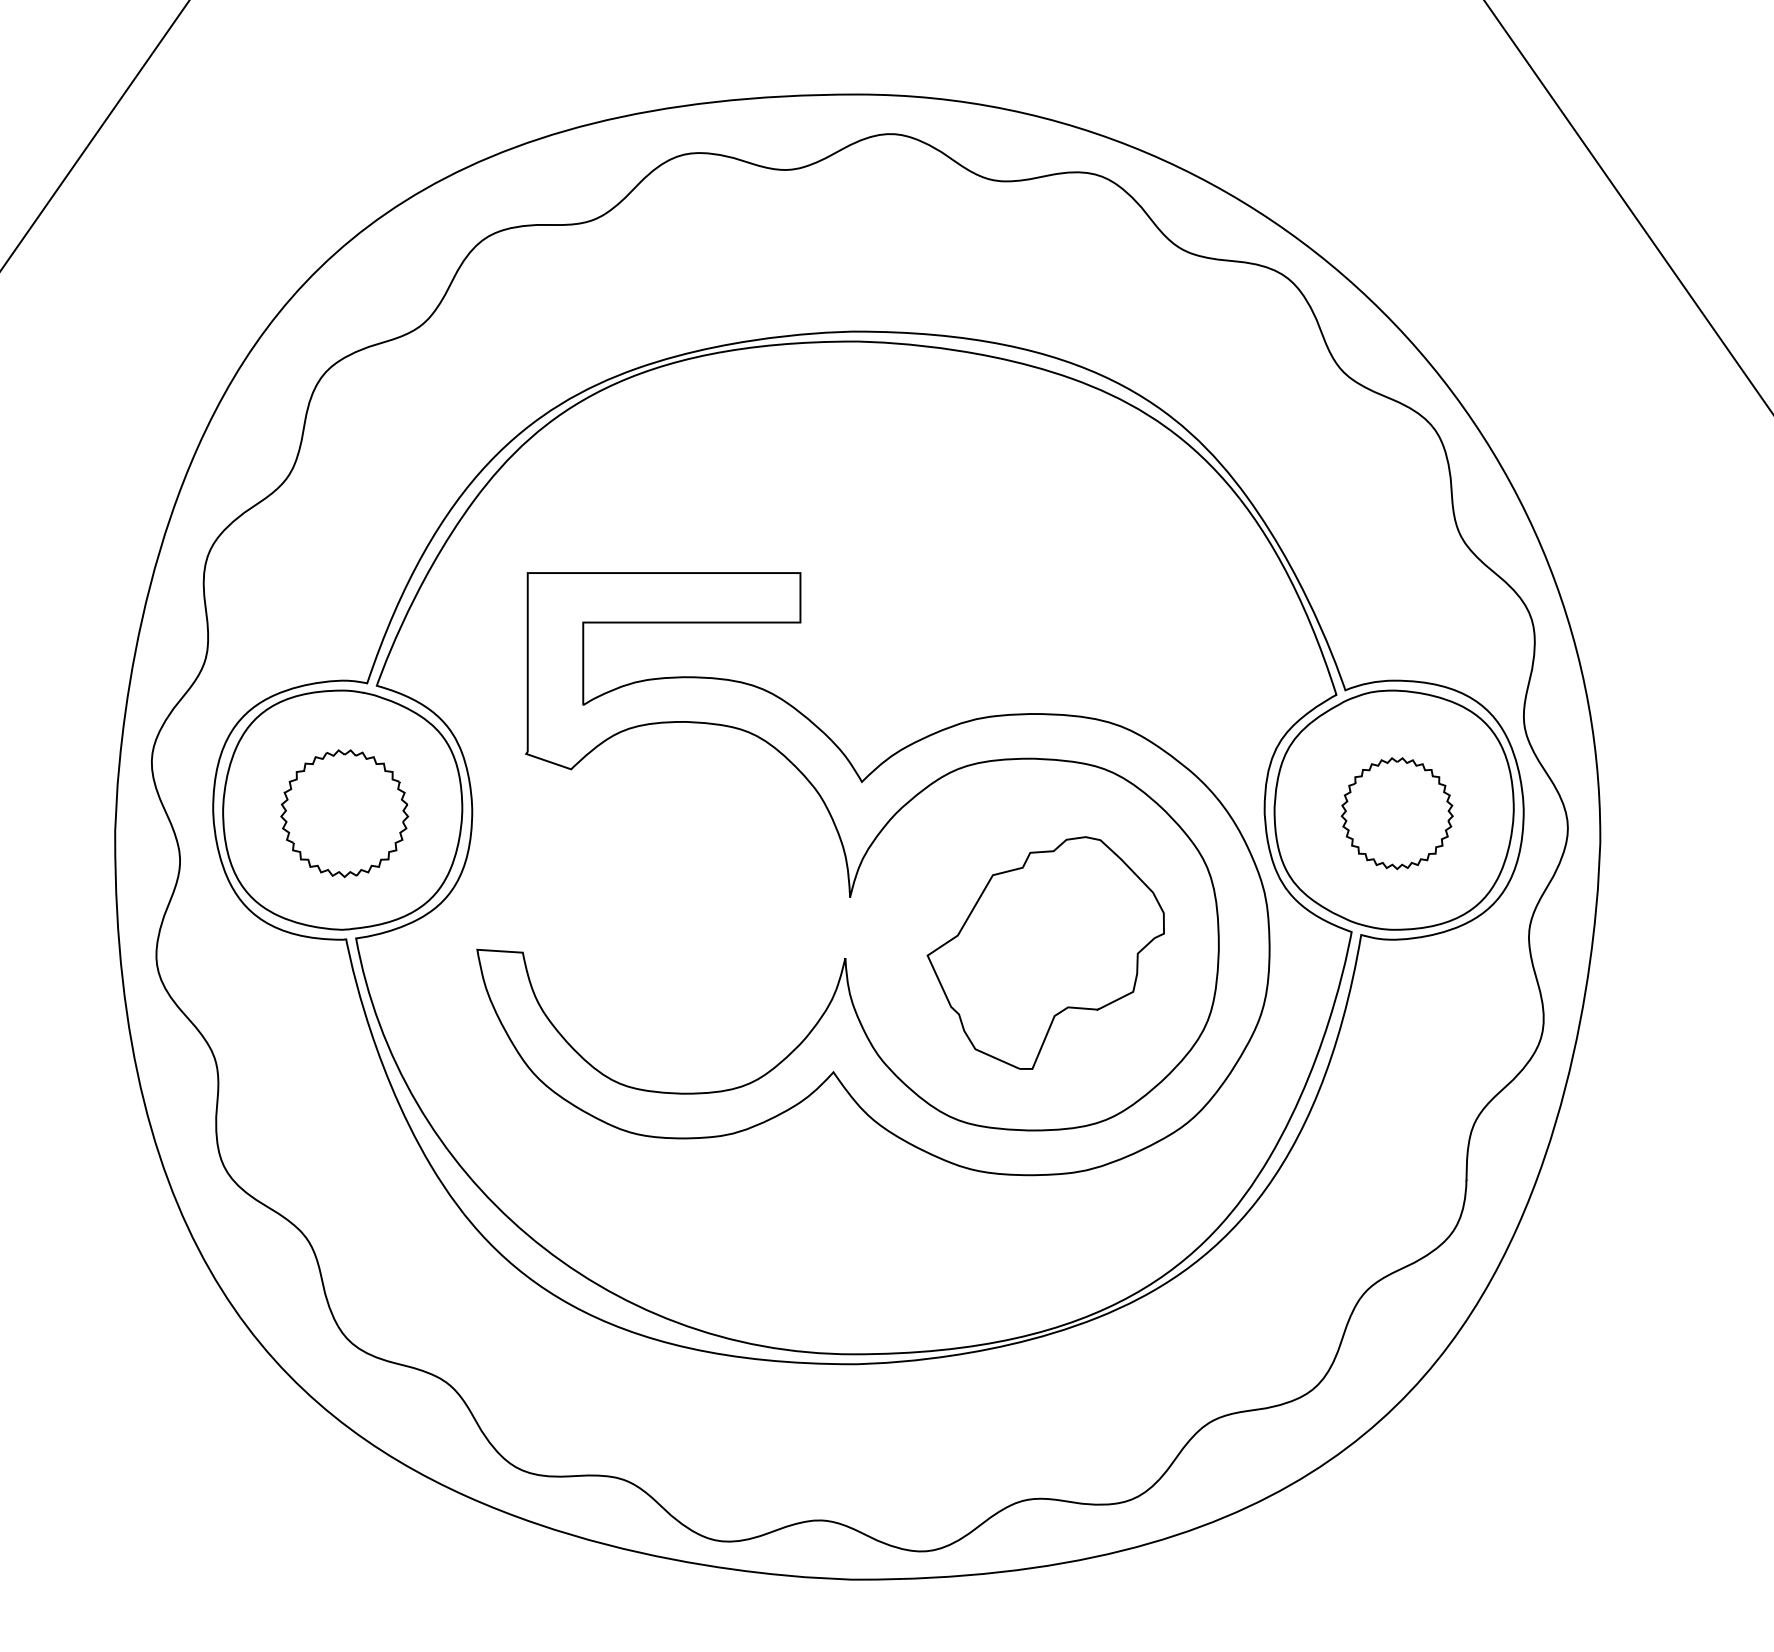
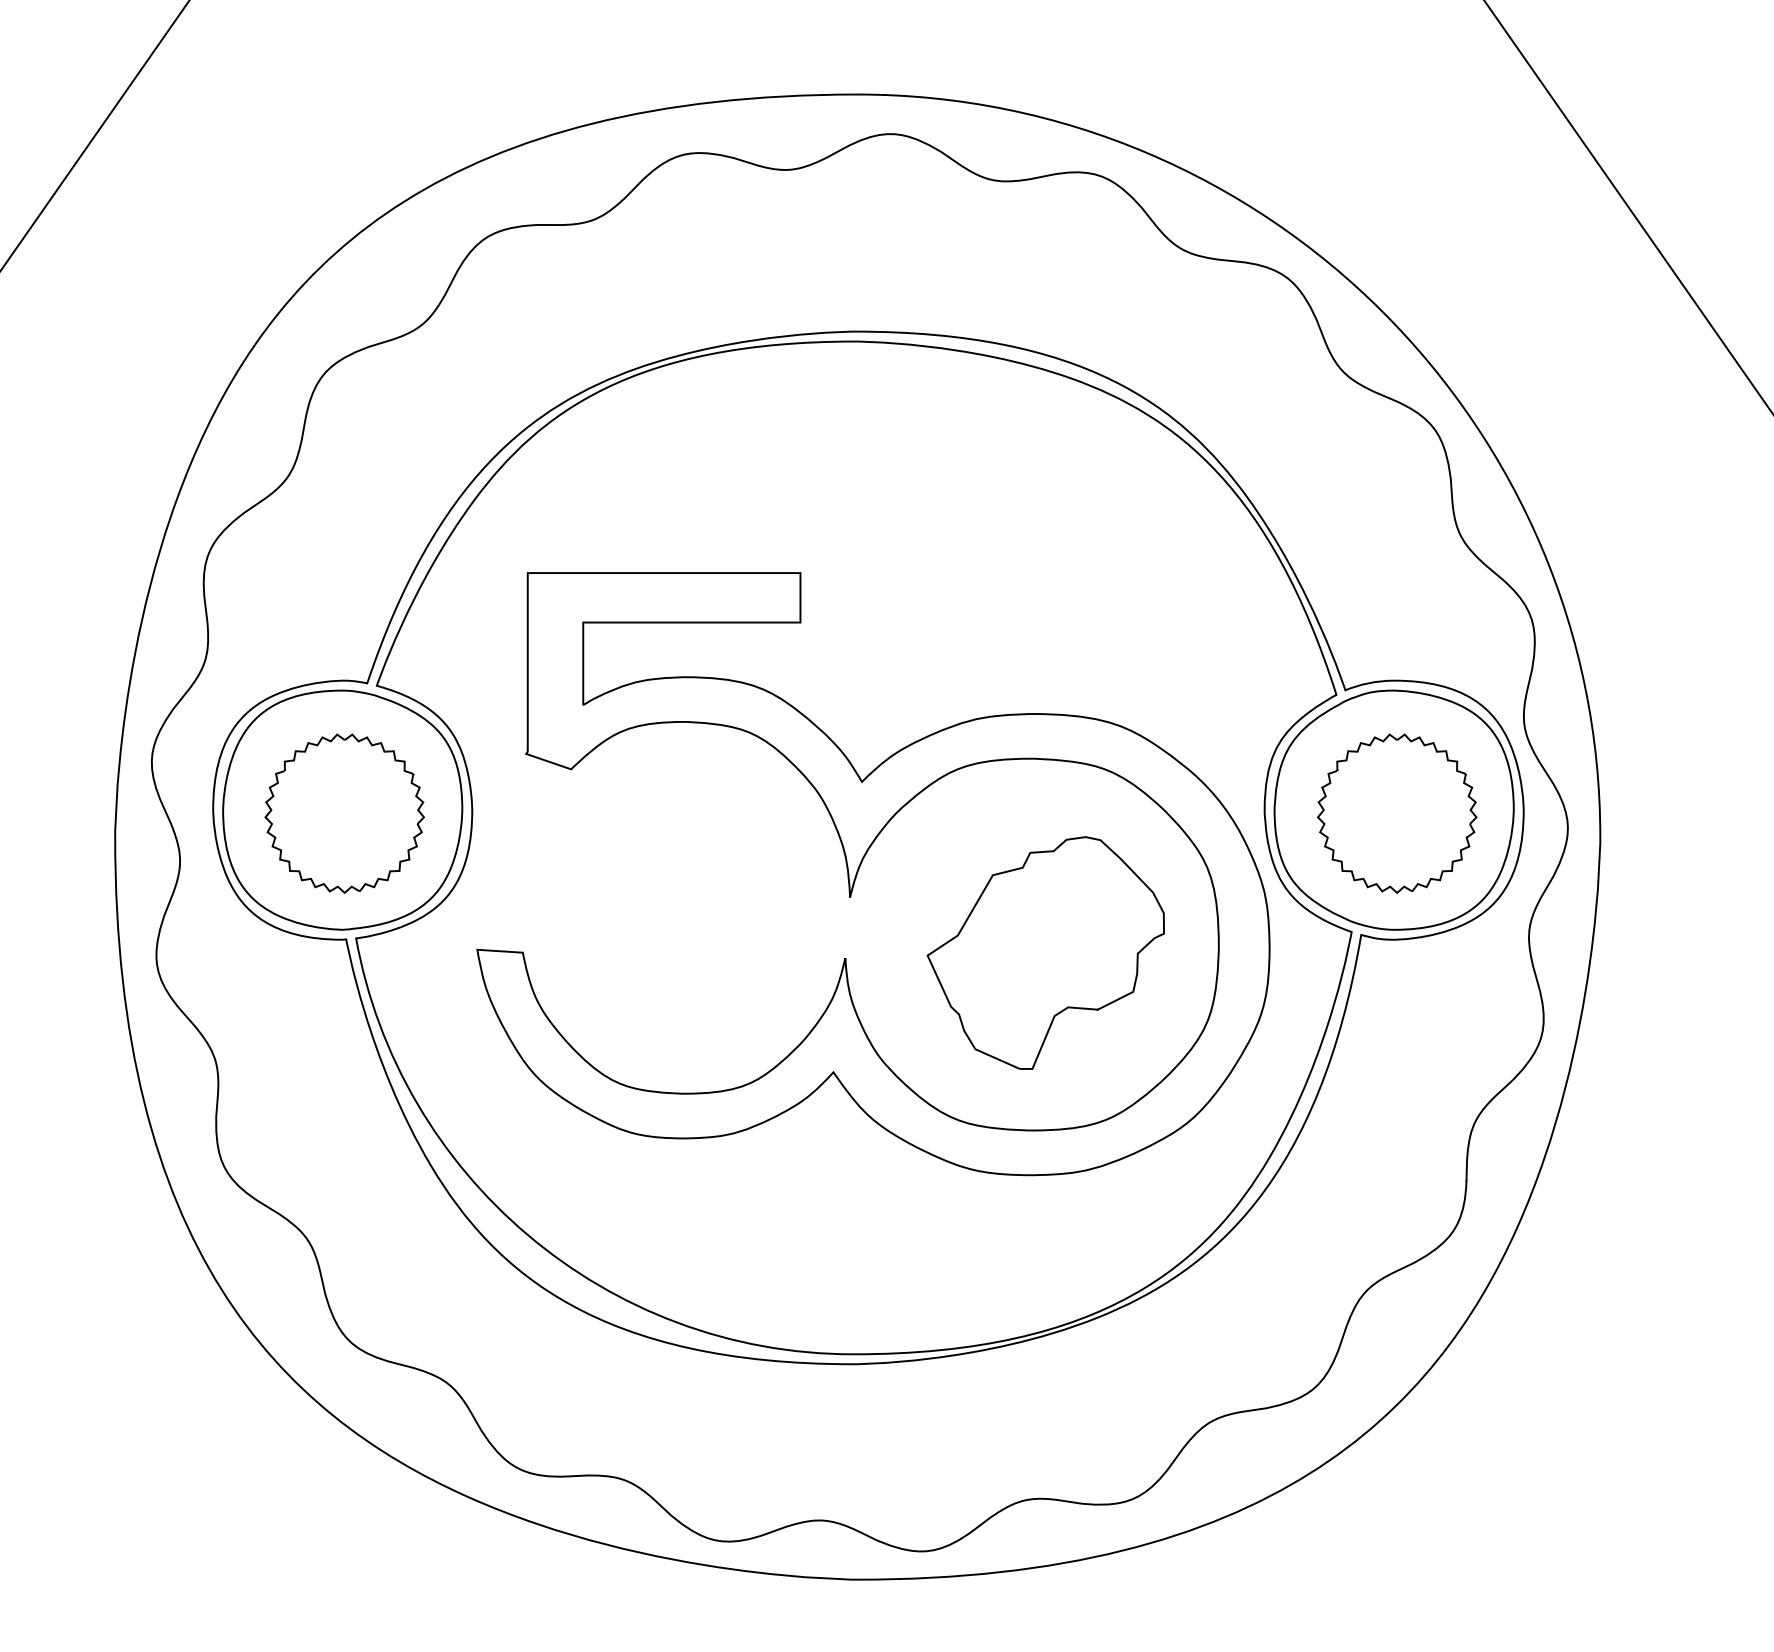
part at (344, 813) size: 130x129 px -> 161x161 px
part at (1396, 813) size: 114x114 px -> 161x161 px
